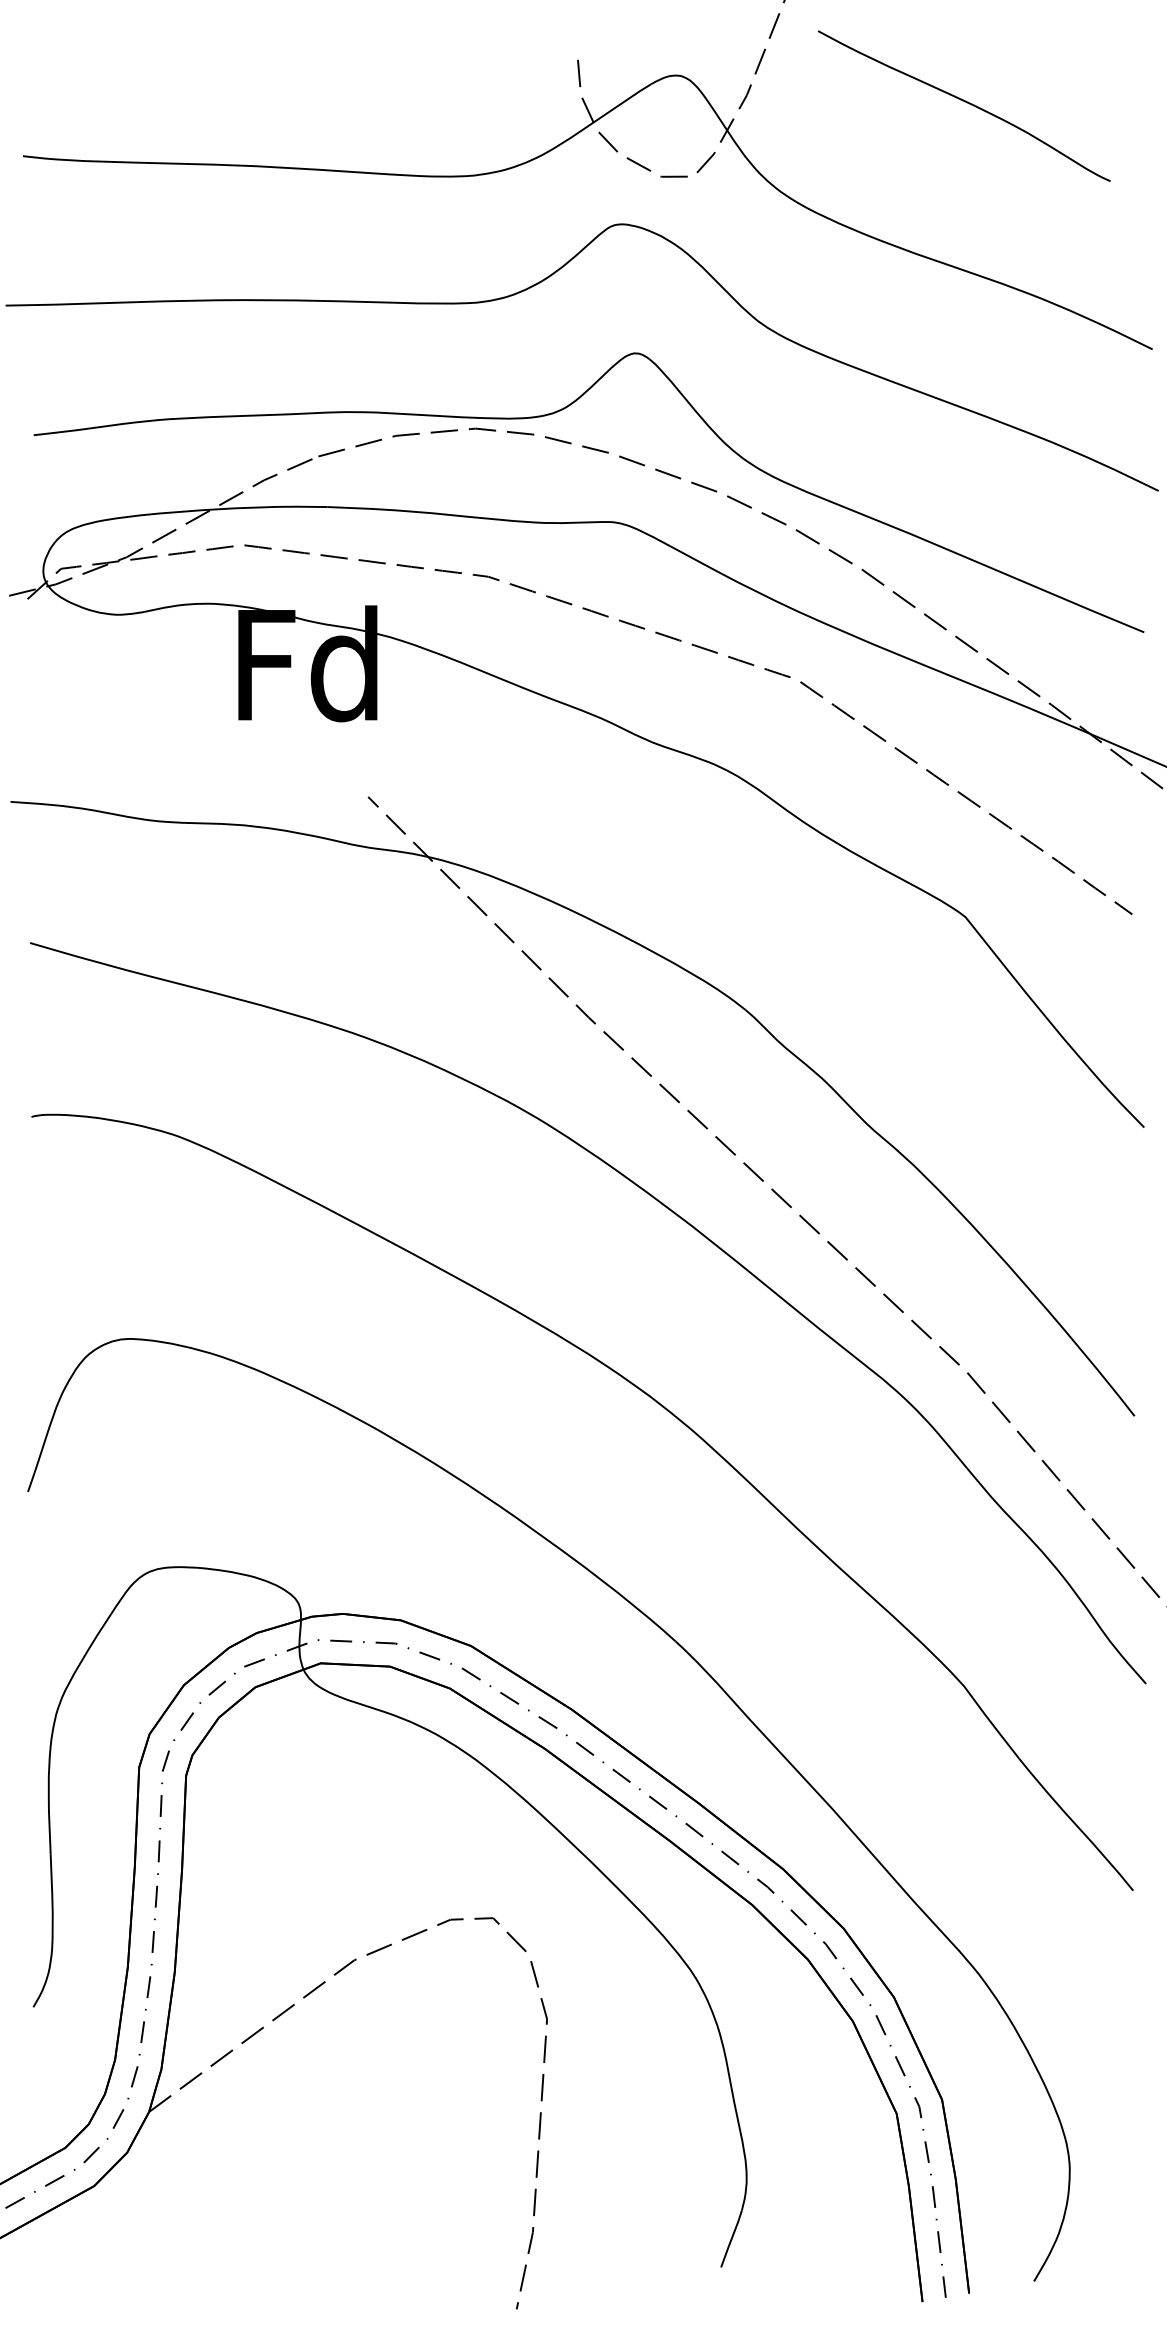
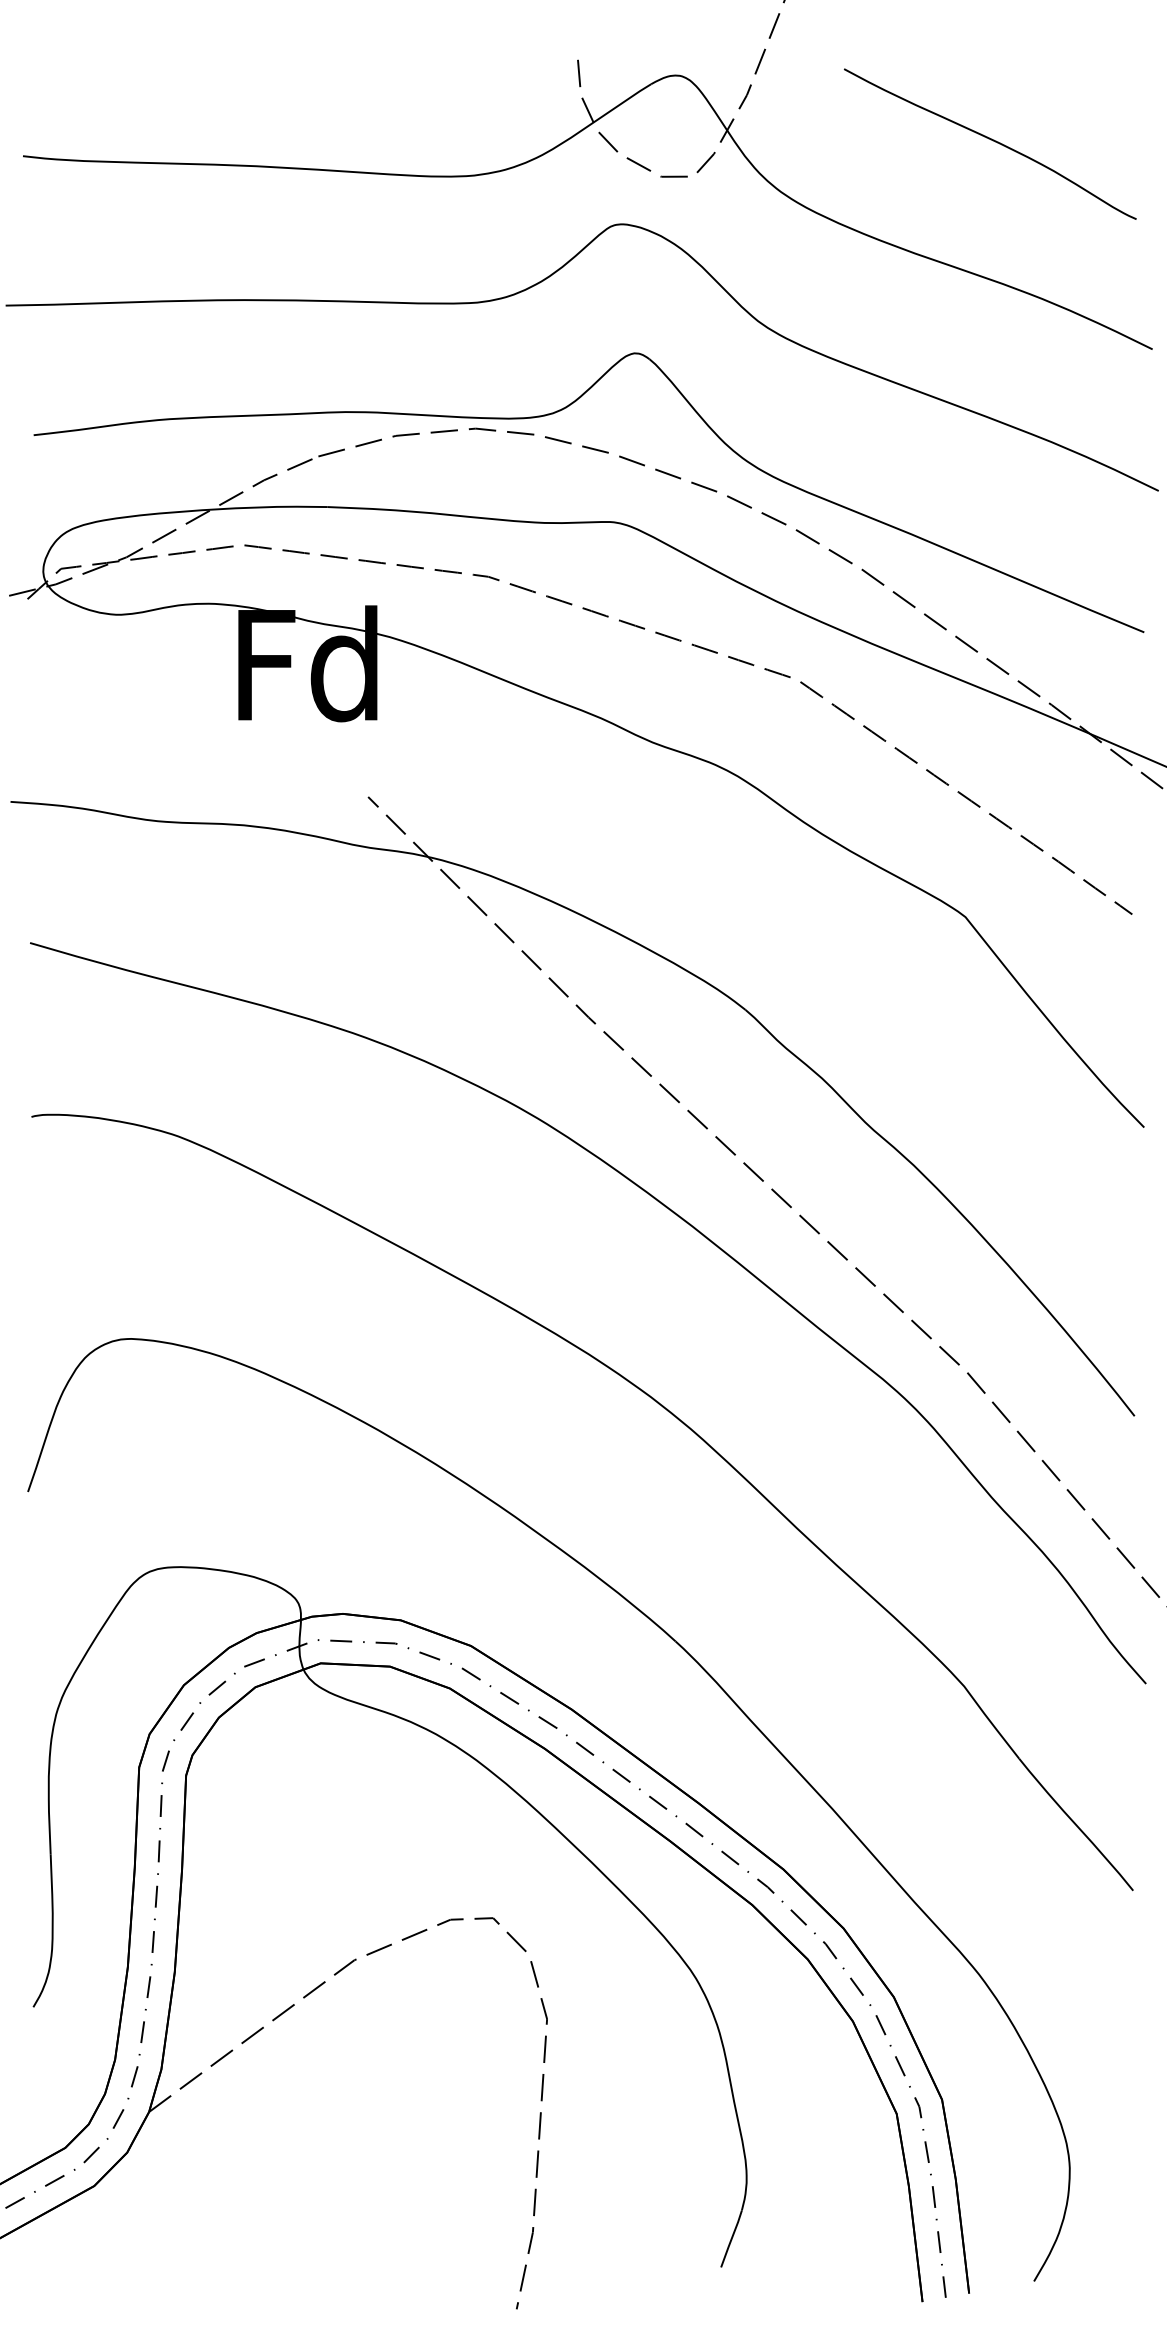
curve at (964, 102) position: (964, 102) -> (990, 140)
